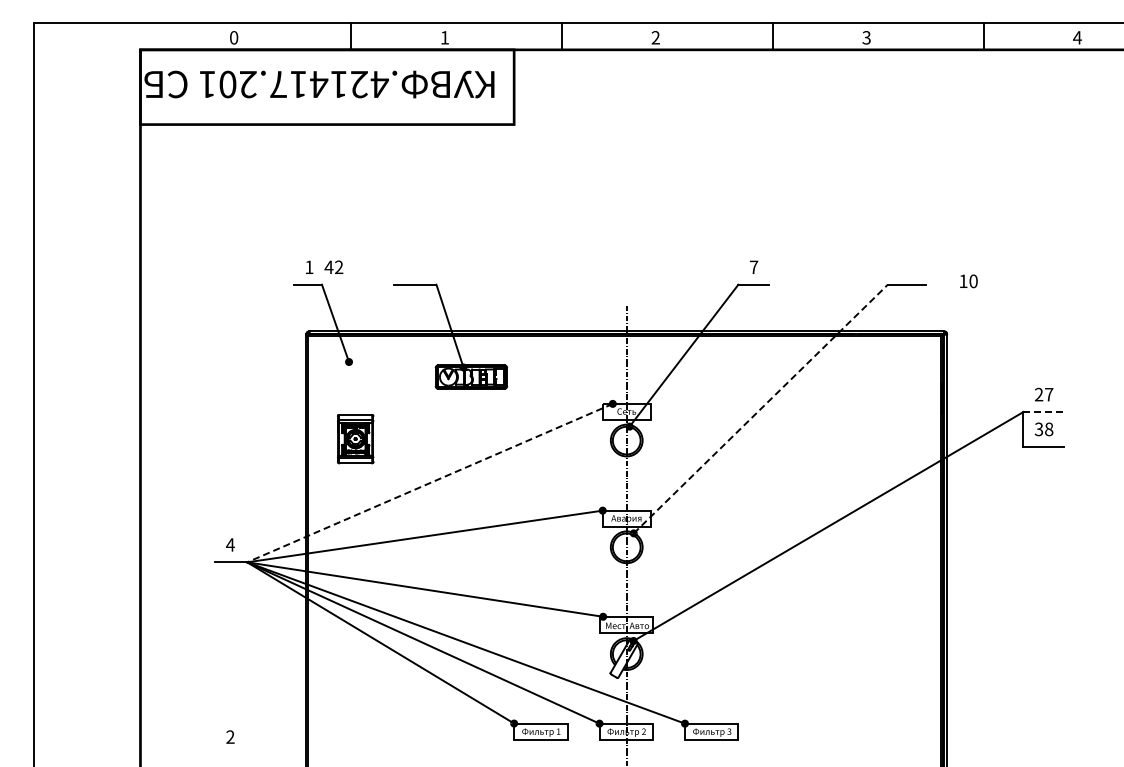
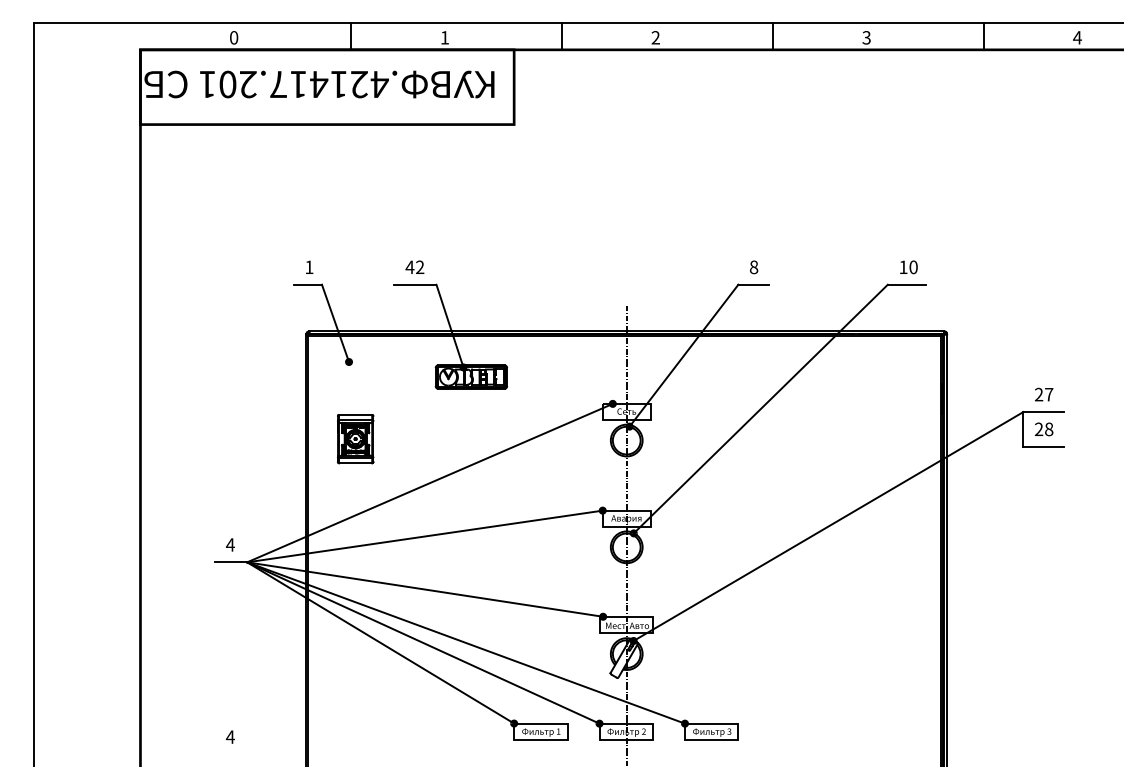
text at (333, 266) position: (333, 266) -> (414, 266)
text at (754, 267): 7 -> 8
text at (968, 281) position: (968, 281) -> (908, 267)
line at (760, 409): dashed -> solid
line at (1044, 412): dashed -> solid
text at (1038, 429): 38 -> 28
line at (429, 483): dashed -> solid
text at (229, 736): 2 -> 4
